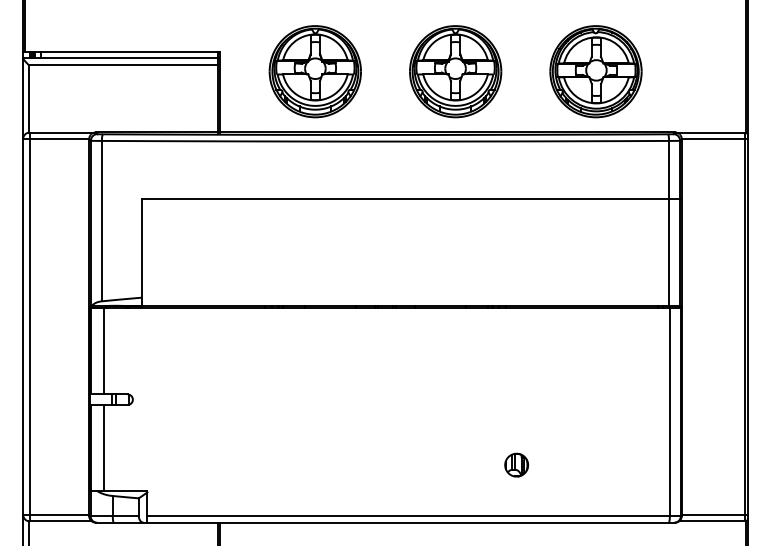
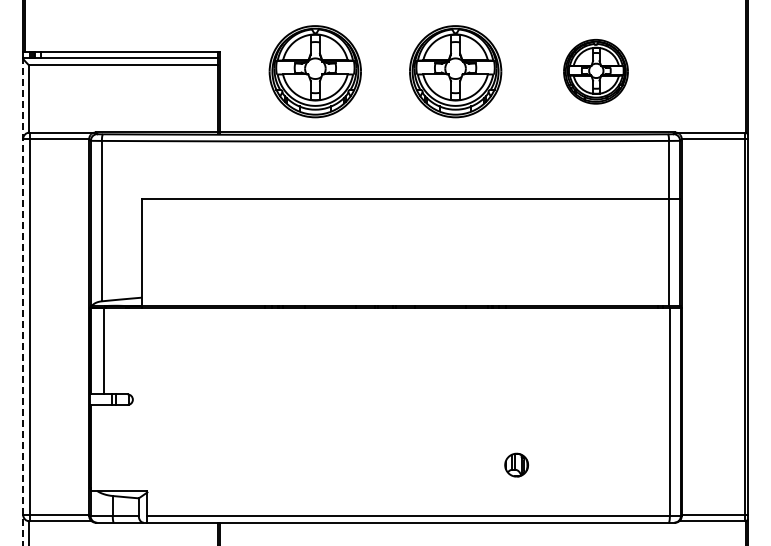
part at (595, 71) size: 94x94 px -> 66x66 px
line at (23, 301): solid -> dashed
line at (104, 447): present -> none
